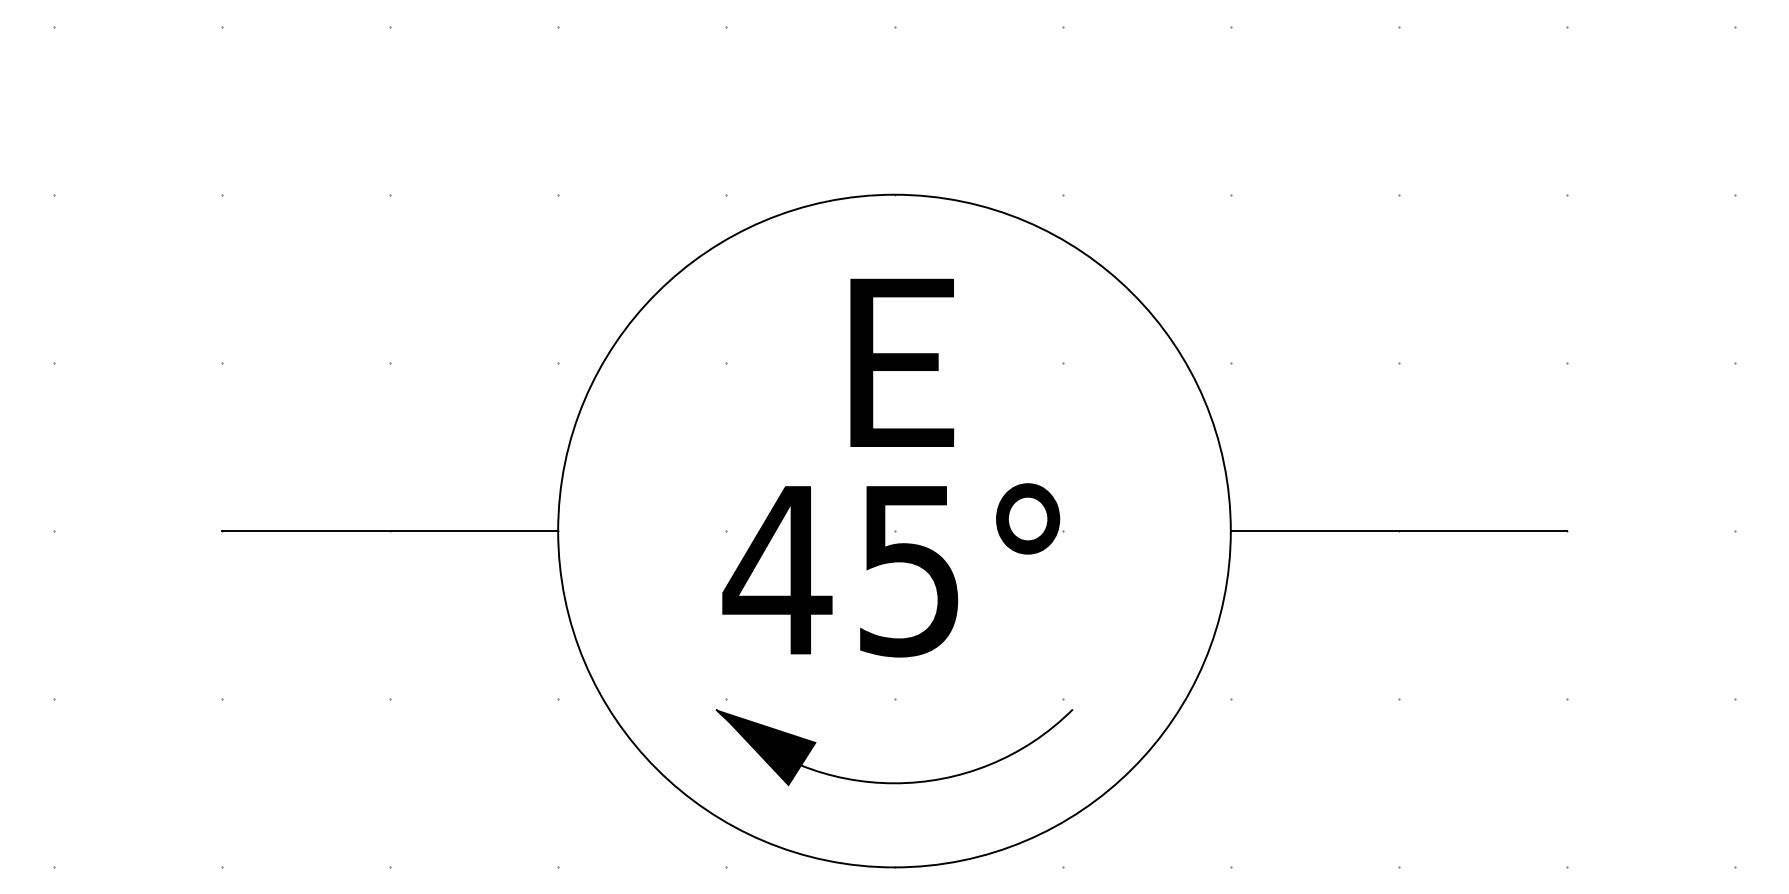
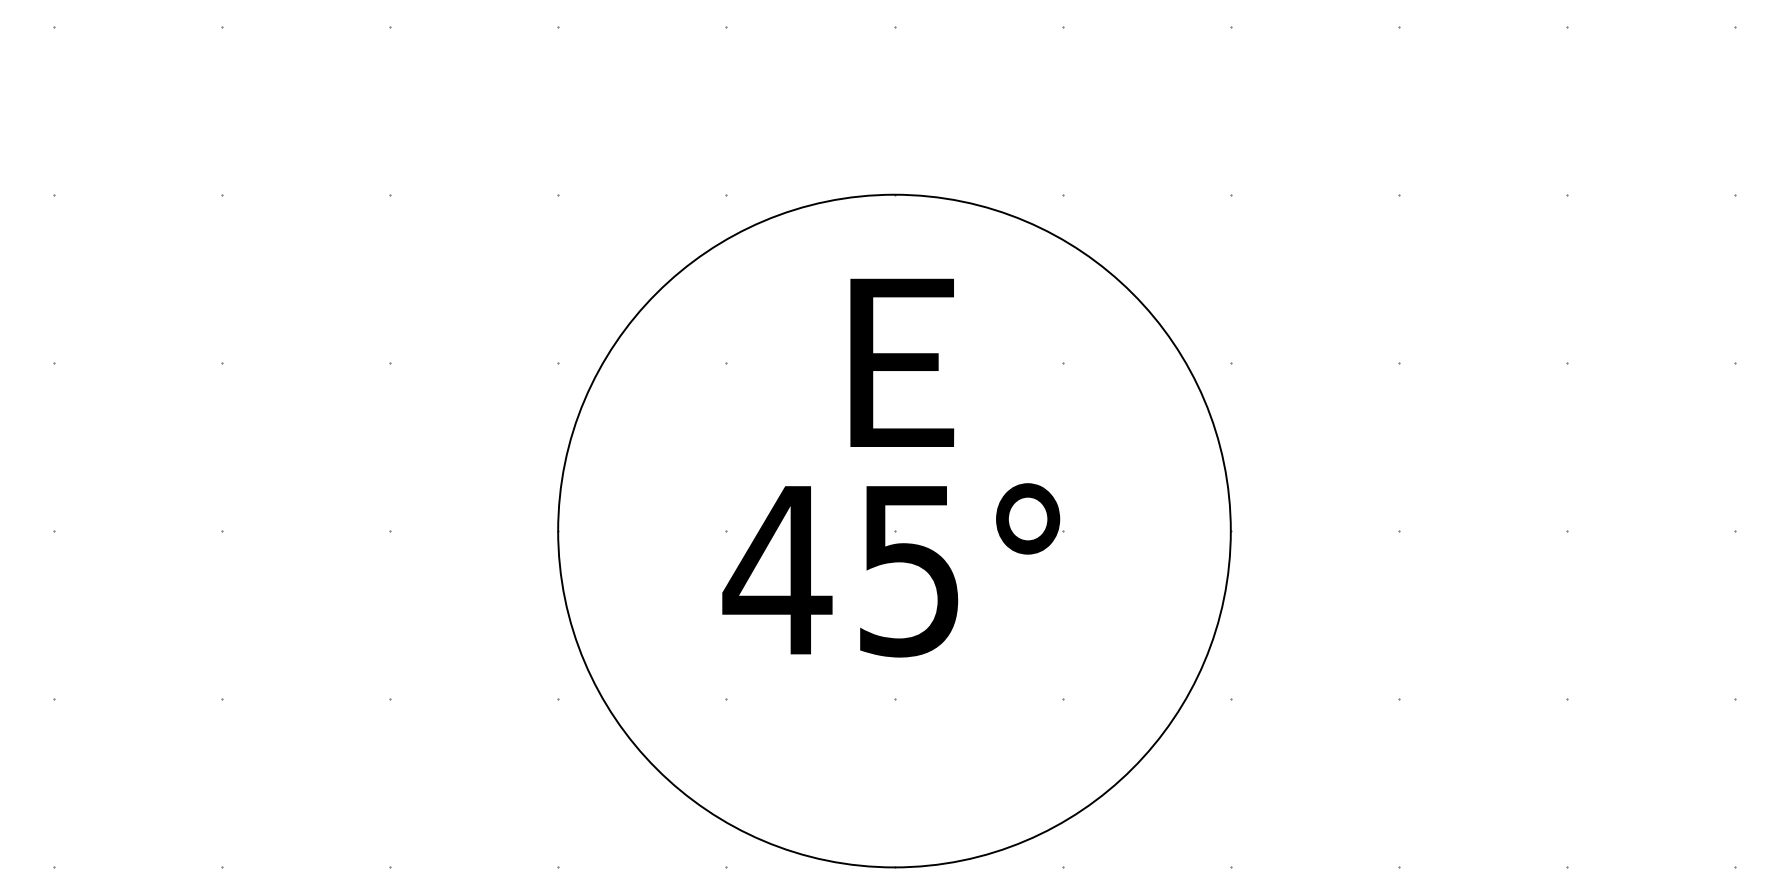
line at (389, 531): present -> none
line at (1398, 531): present -> none
part at (894, 782): present -> none
